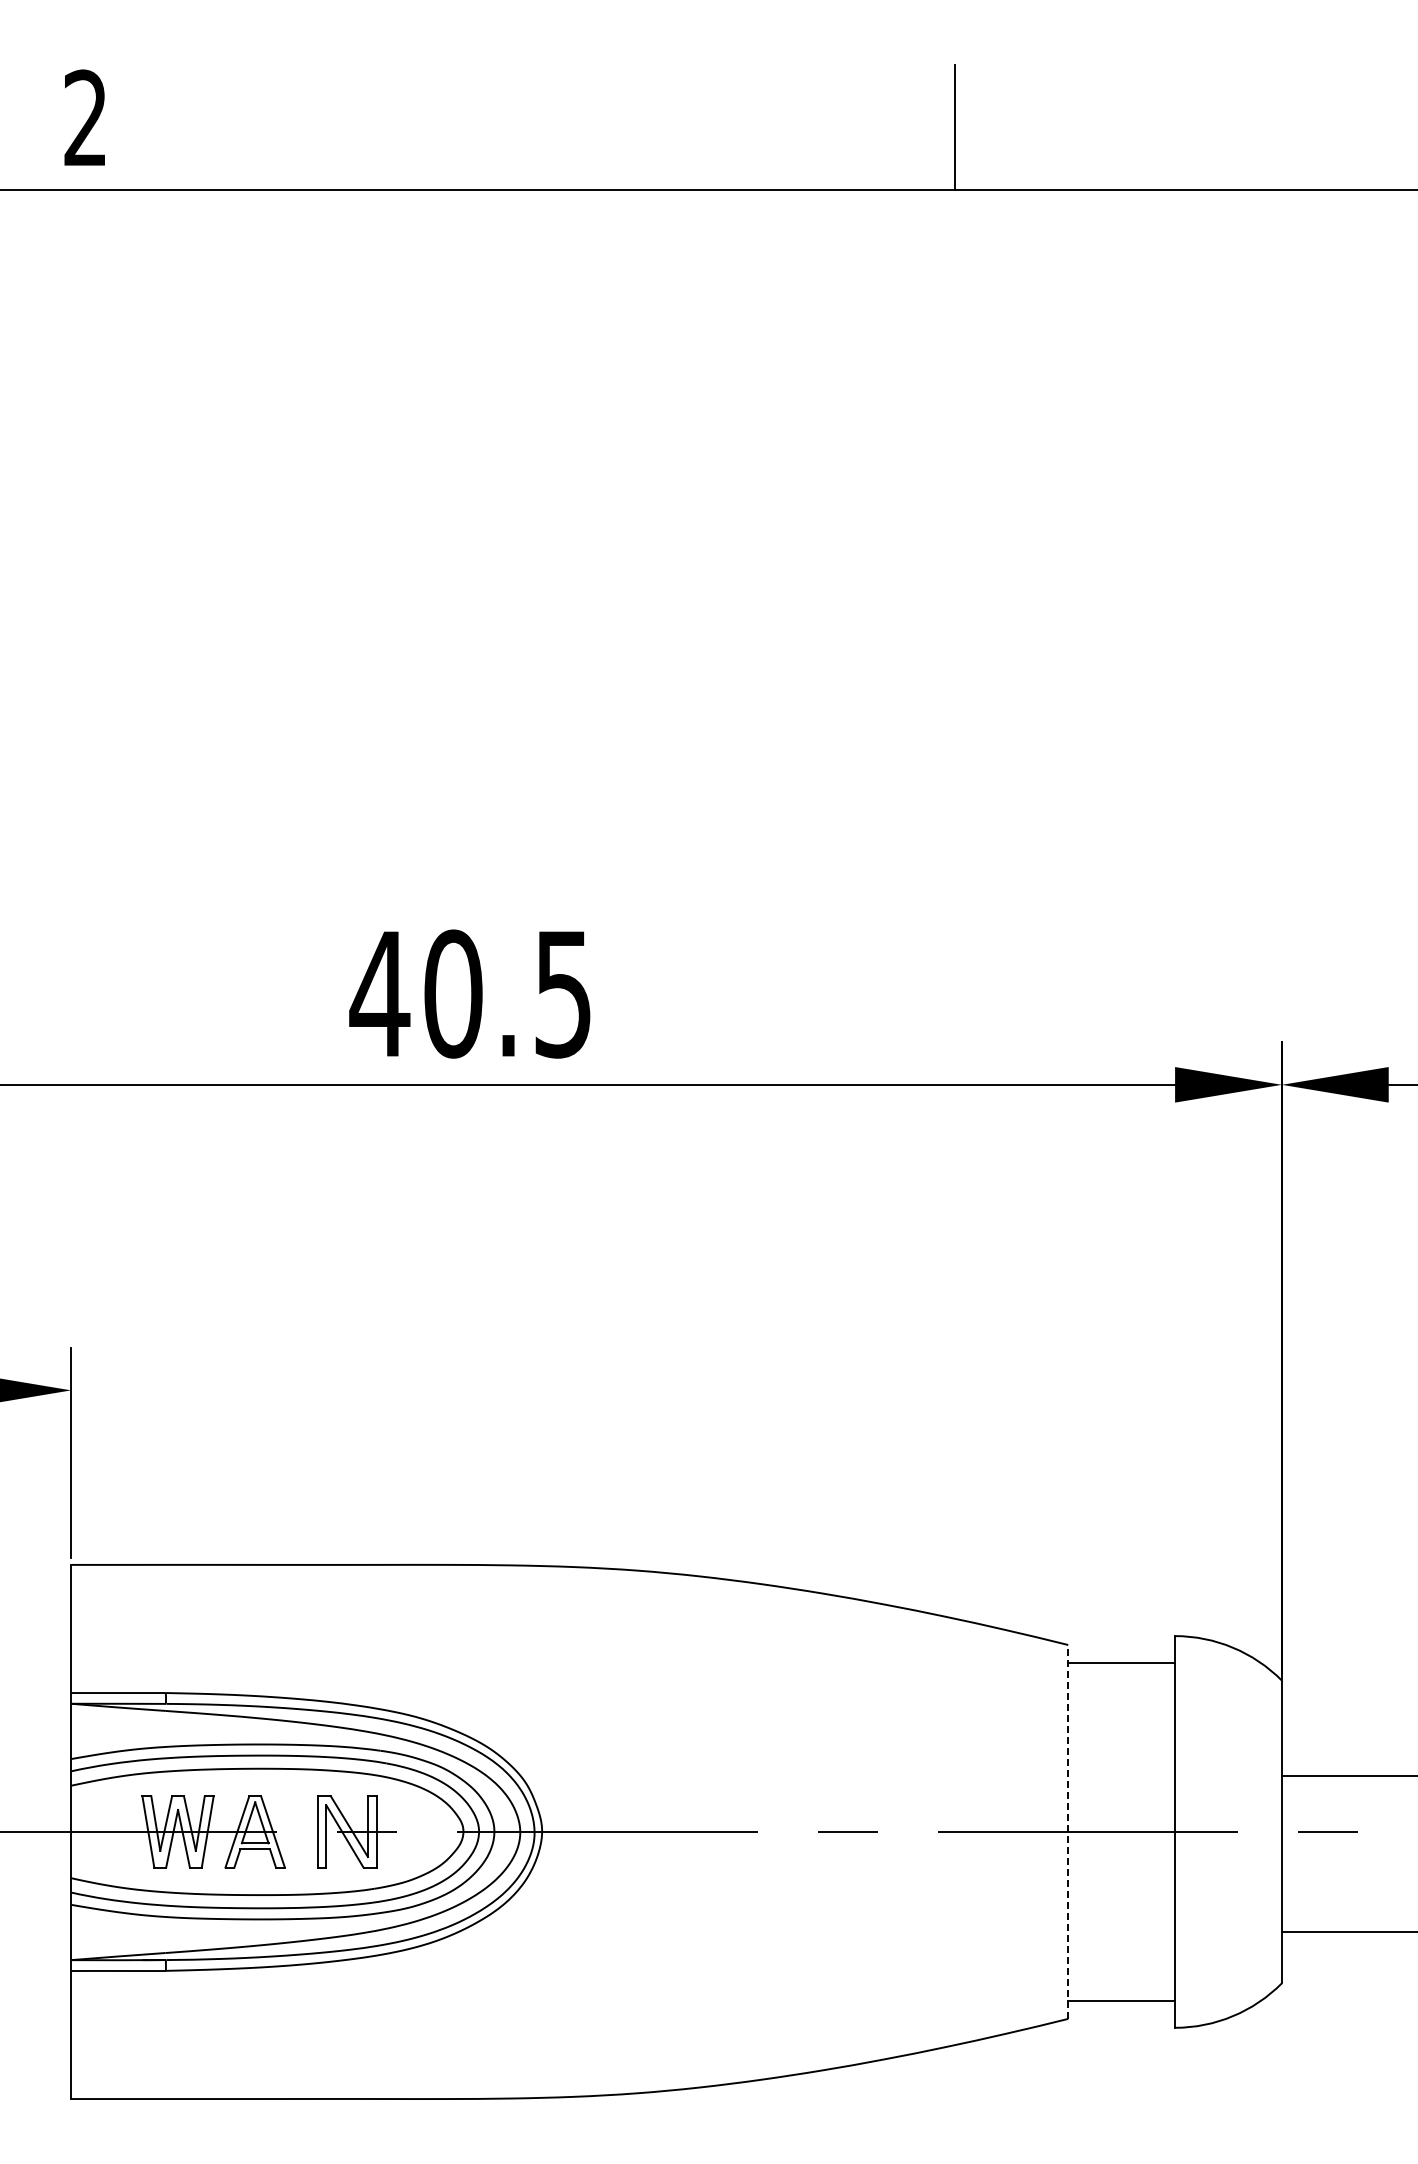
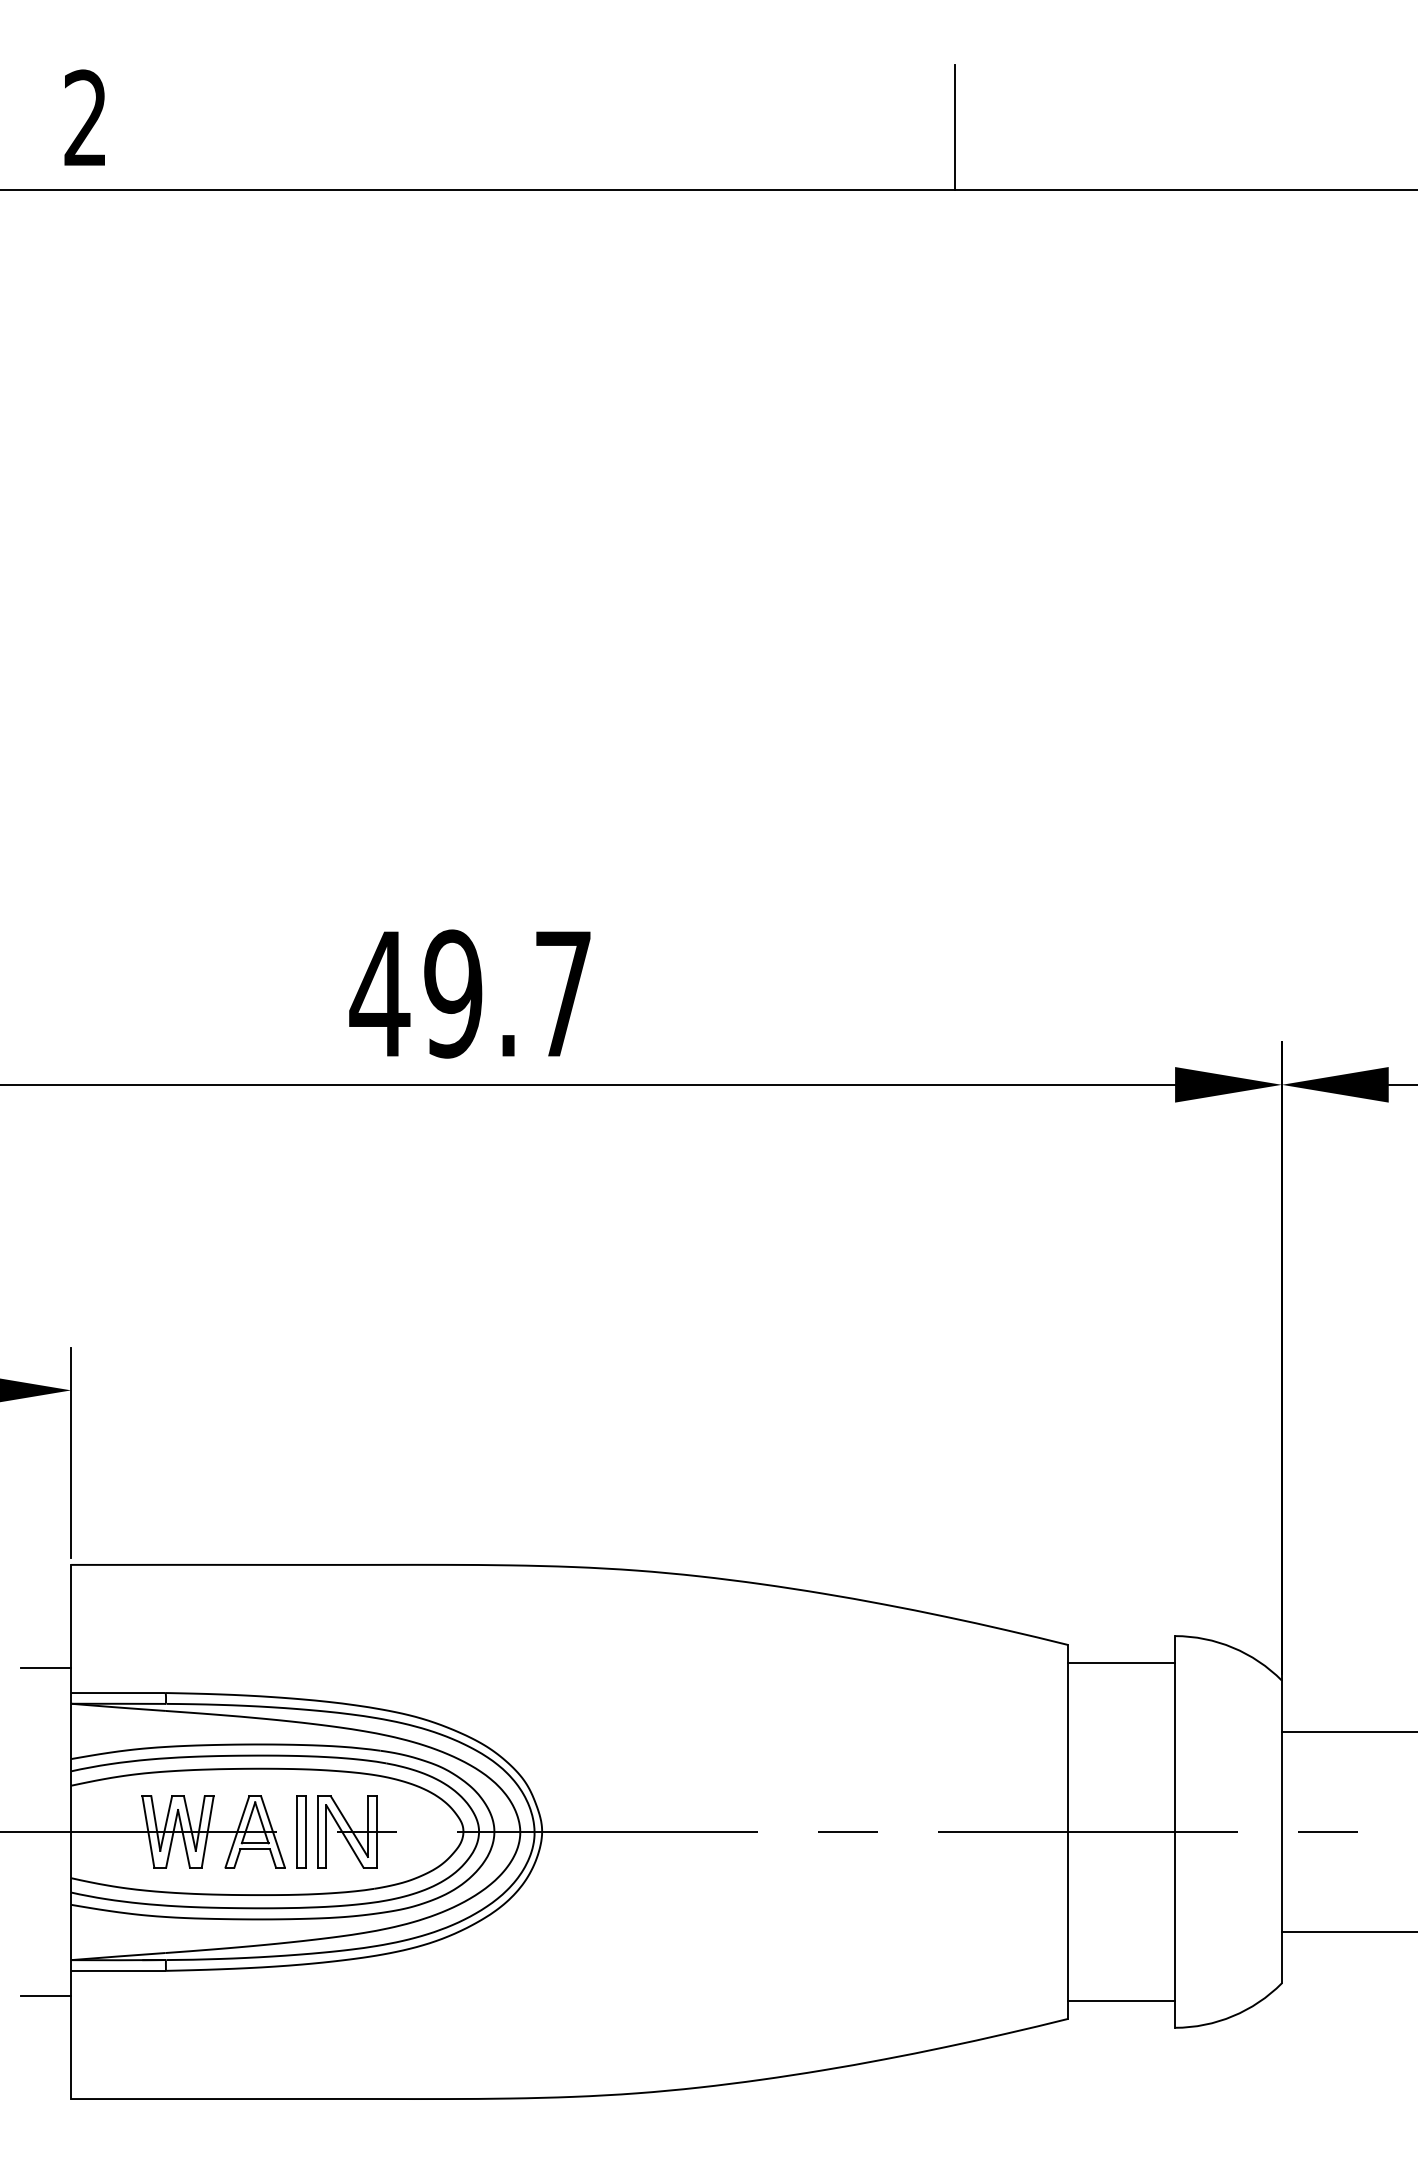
text at (507, 993): 40.5 -> 49.7
line at (46, 1668): none -> present
line at (1347, 1776) position: (1347, 1776) -> (1347, 1732)
part at (301, 1831): none -> present
line at (1068, 1831): dashed -> solid
line at (46, 1995): none -> present
